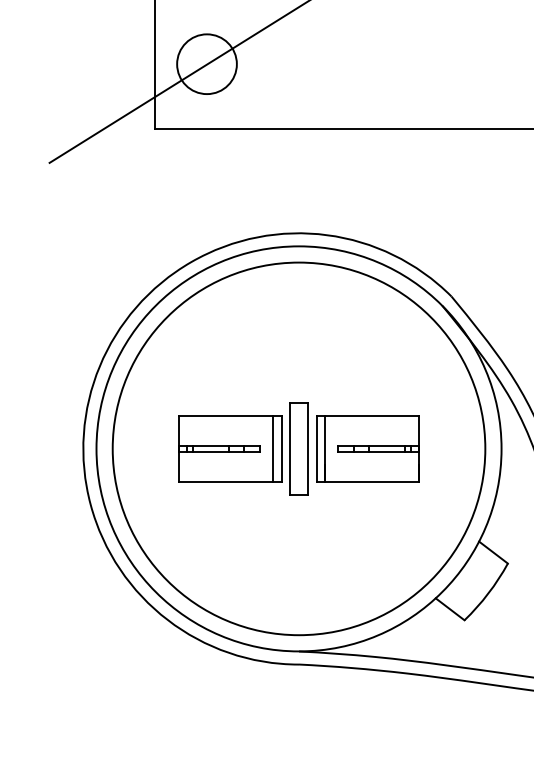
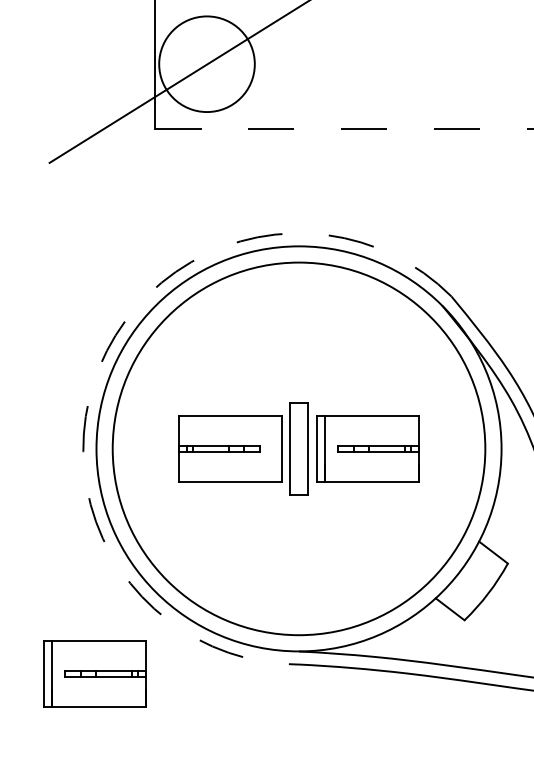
circle at (206, 64) diameter: 60 px -> 96 px
line at (344, 129): solid -> dashed
arc at (99, 366): solid -> dashed
line at (273, 448): present -> none
part at (94, 673): none -> present
